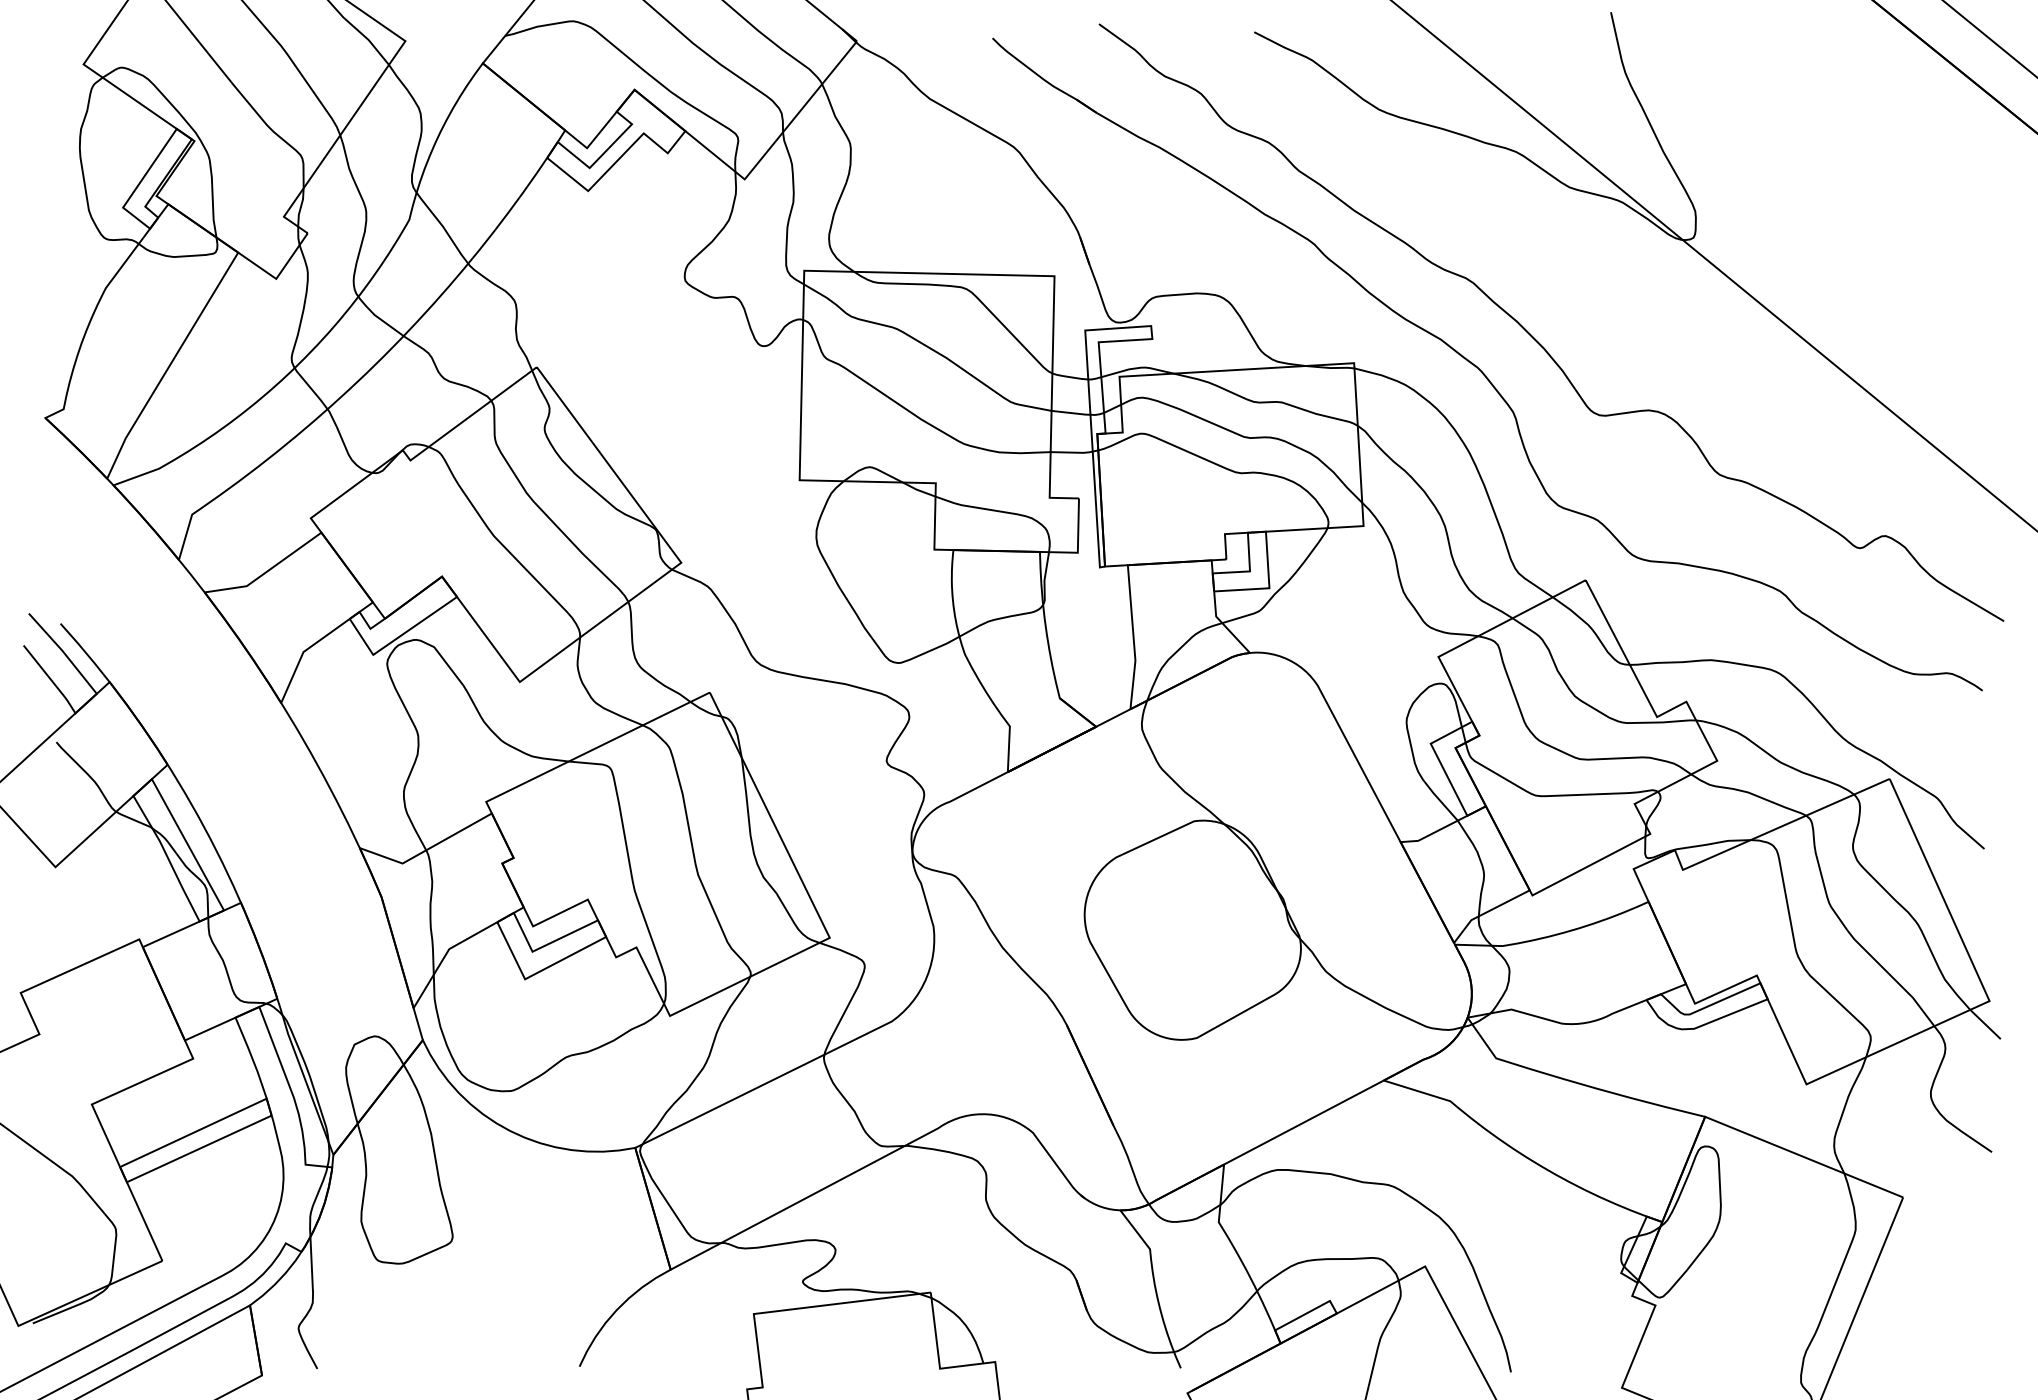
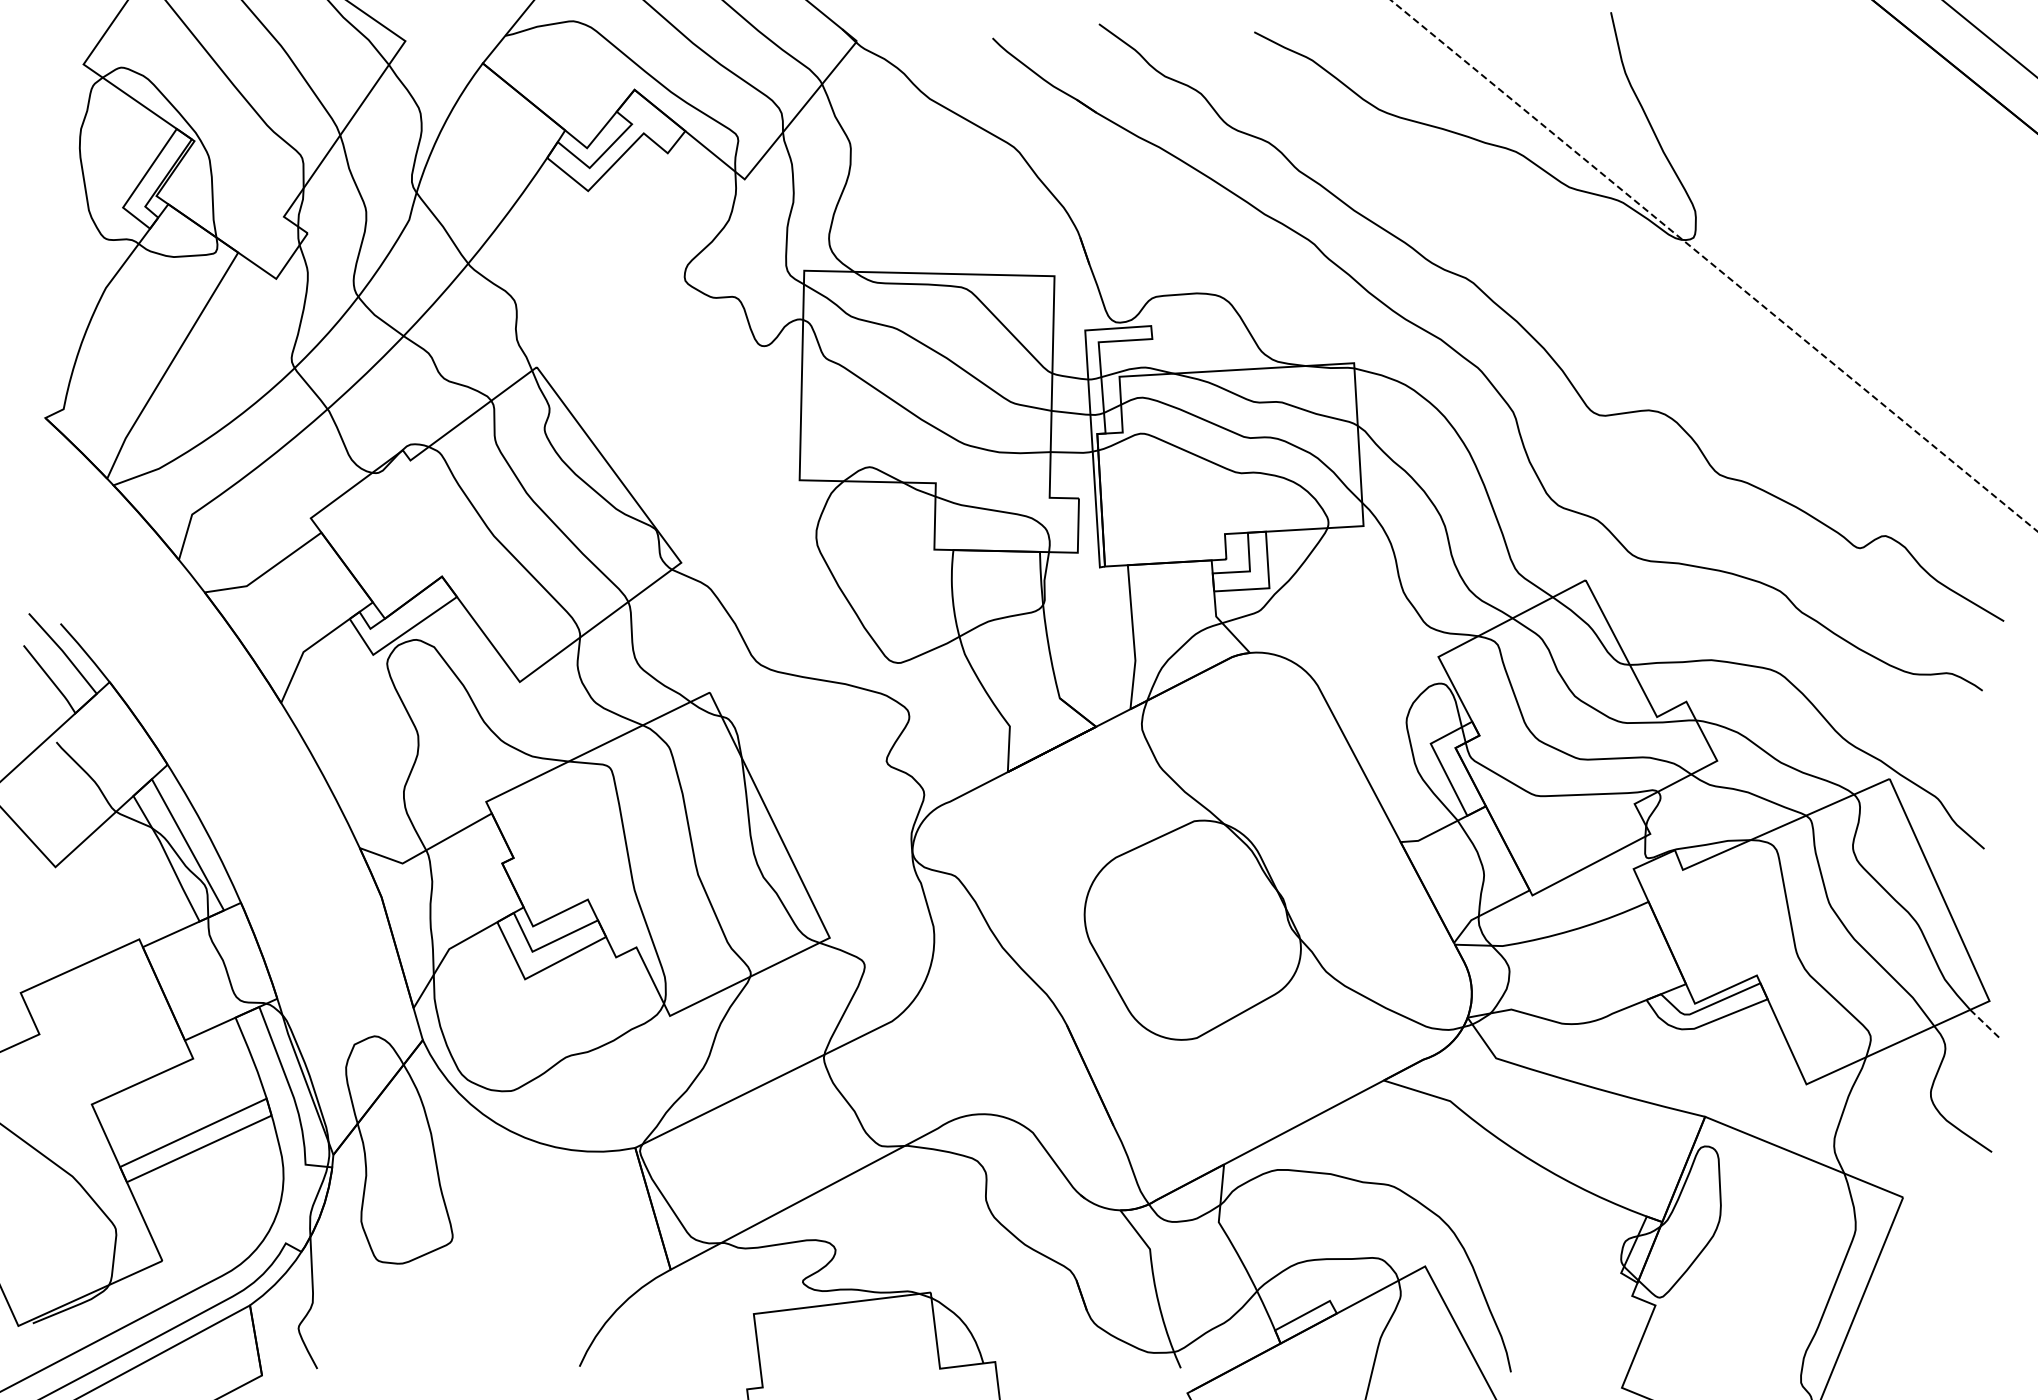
line at (1713, 265): solid -> dashed
line at (1985, 1024): solid -> dashed
